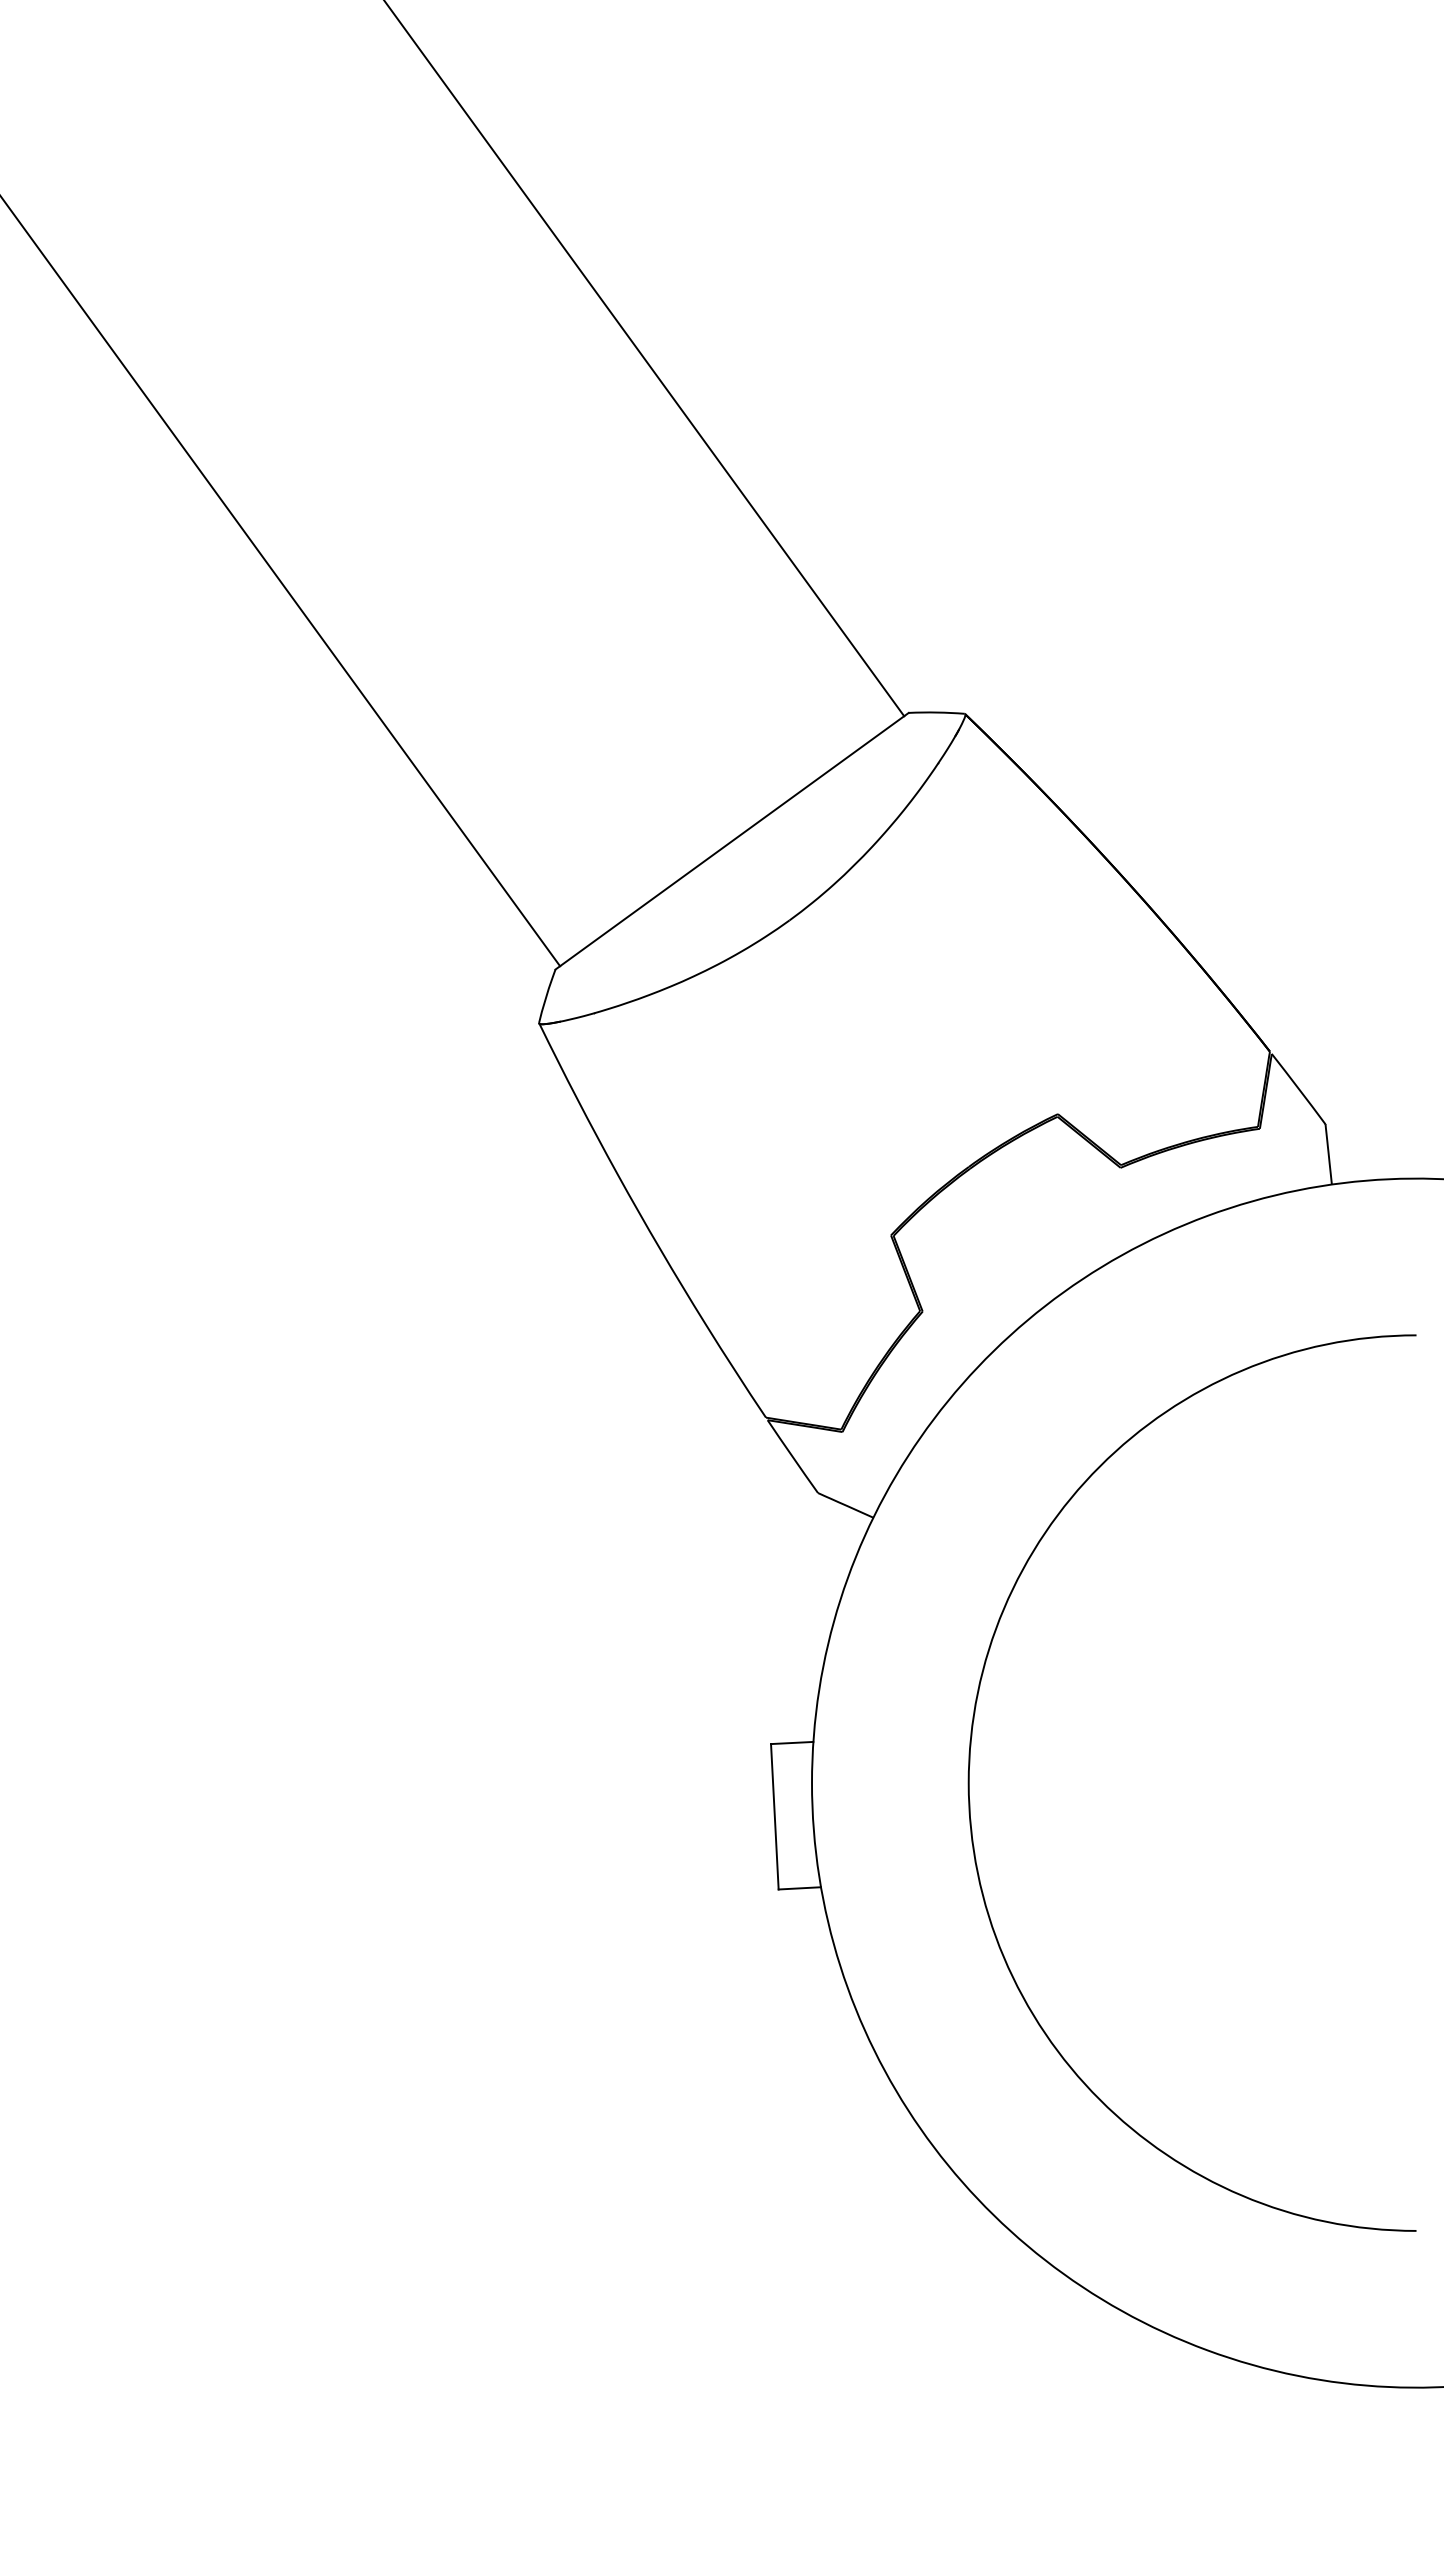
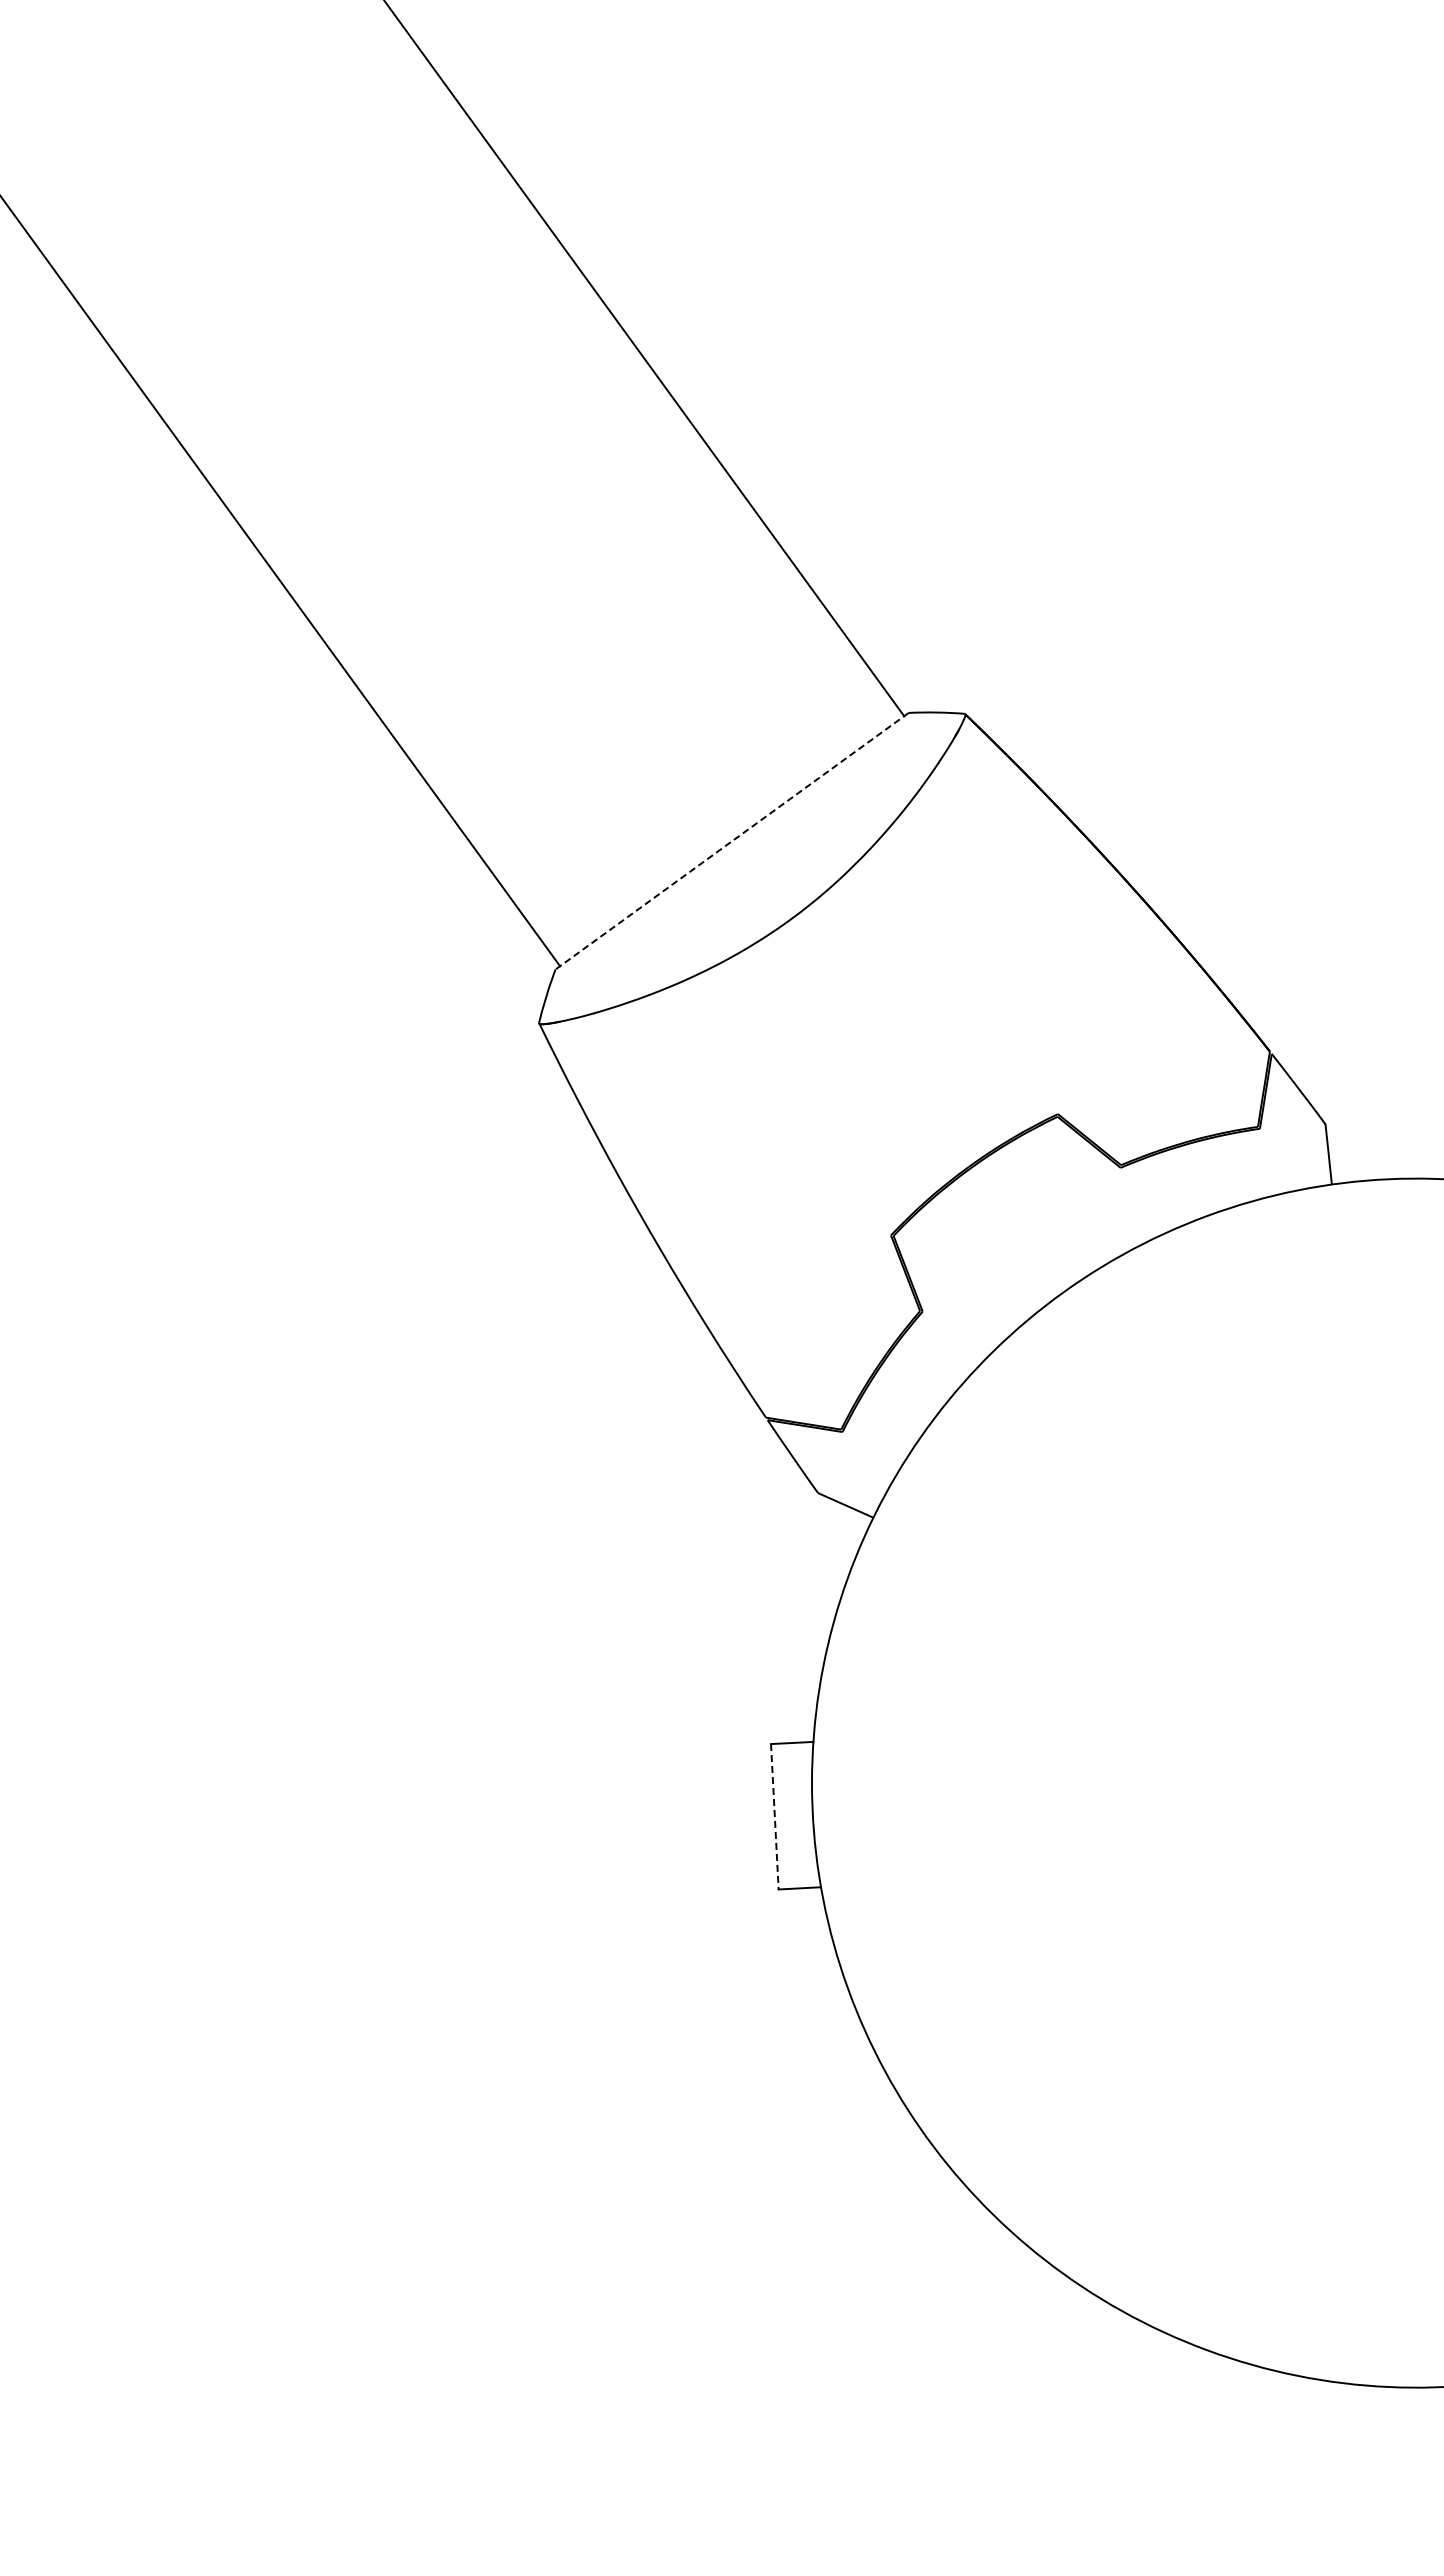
line at (731, 841): solid -> dashed
arc at (970, 1764): present -> none
line at (774, 1816): solid -> dashed
